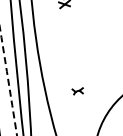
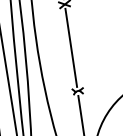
line at (71, 47): none -> present
arc at (8, 81): dashed -> solid
line at (80, 113): none -> present
